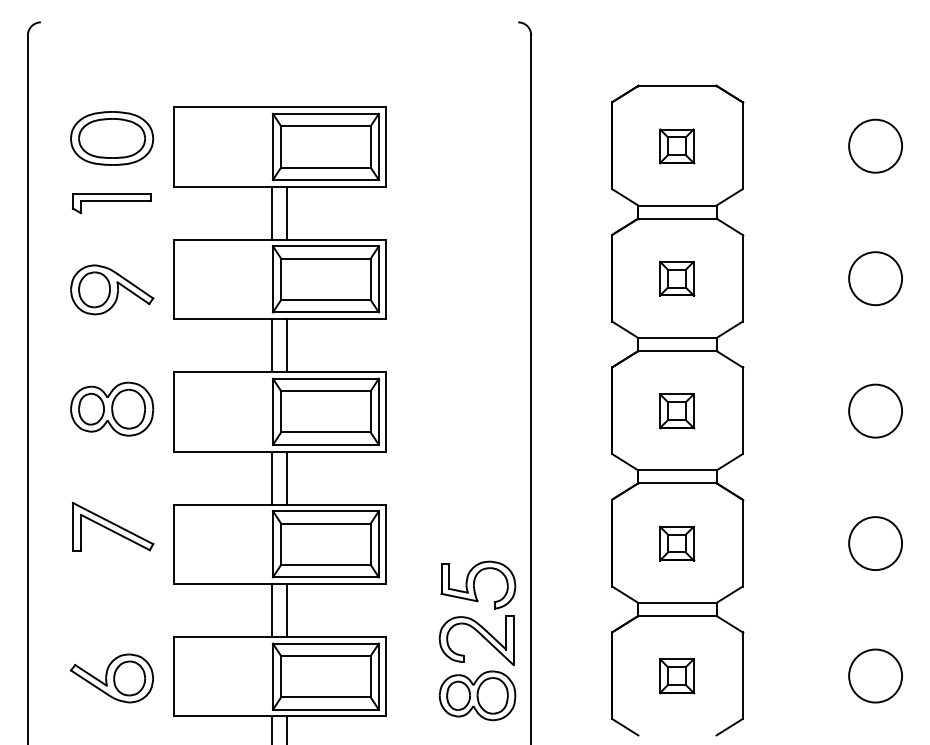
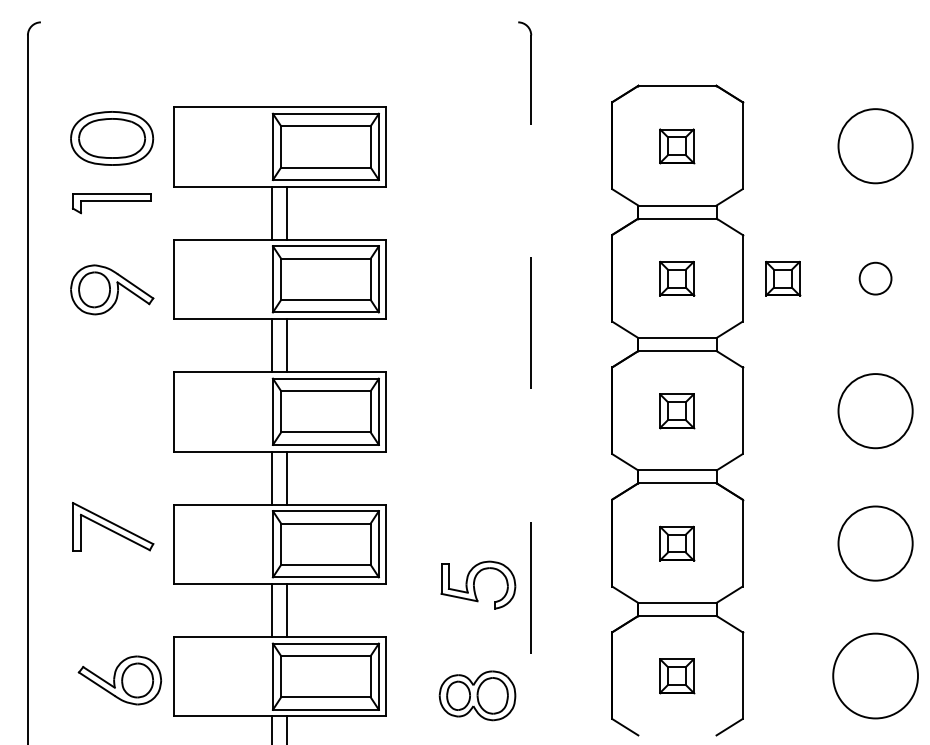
circle at (875, 145) diameter: 53 px -> 74 px
part at (783, 278): none -> present
circle at (875, 278) diameter: 53 px -> 32 px
line at (531, 389): solid -> dashed
part at (112, 408): present -> none
circle at (875, 410) diameter: 53 px -> 74 px
circle at (875, 543) diameter: 53 px -> 74 px
part at (480, 635): present -> none
circle at (875, 675) diameter: 53 px -> 85 px
part at (111, 678) position: (111, 678) -> (119, 680)
